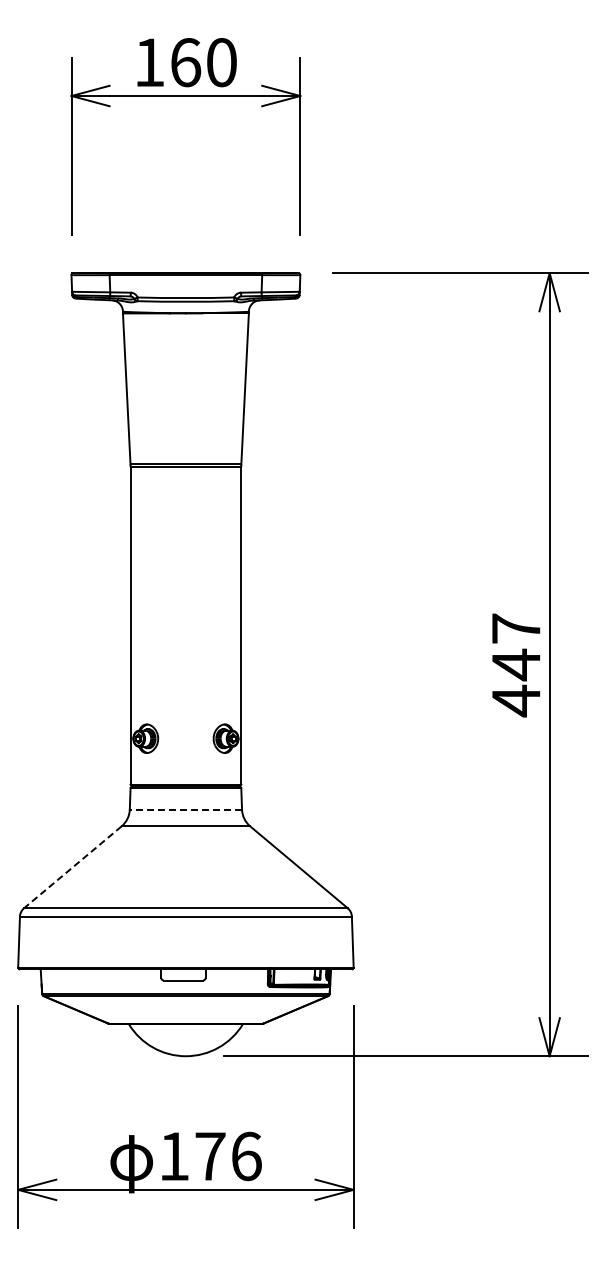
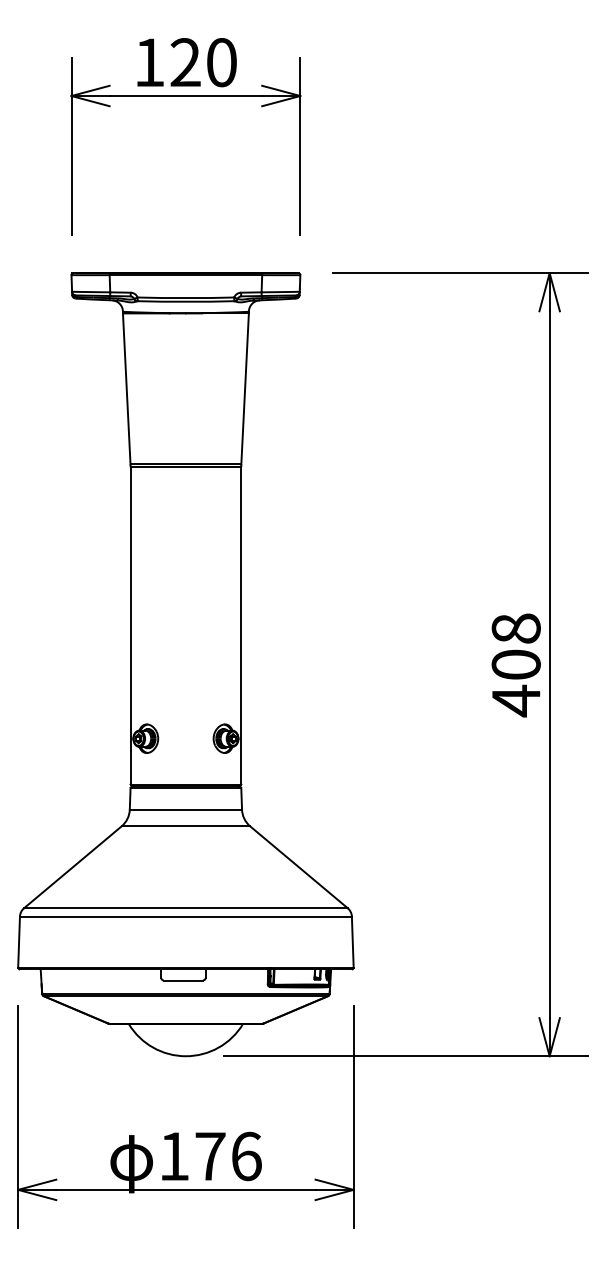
text at (185, 62): 160 -> 120
text at (515, 647): 447 -> 408
line at (185, 809): dashed -> solid
line at (72, 867): dashed -> solid
